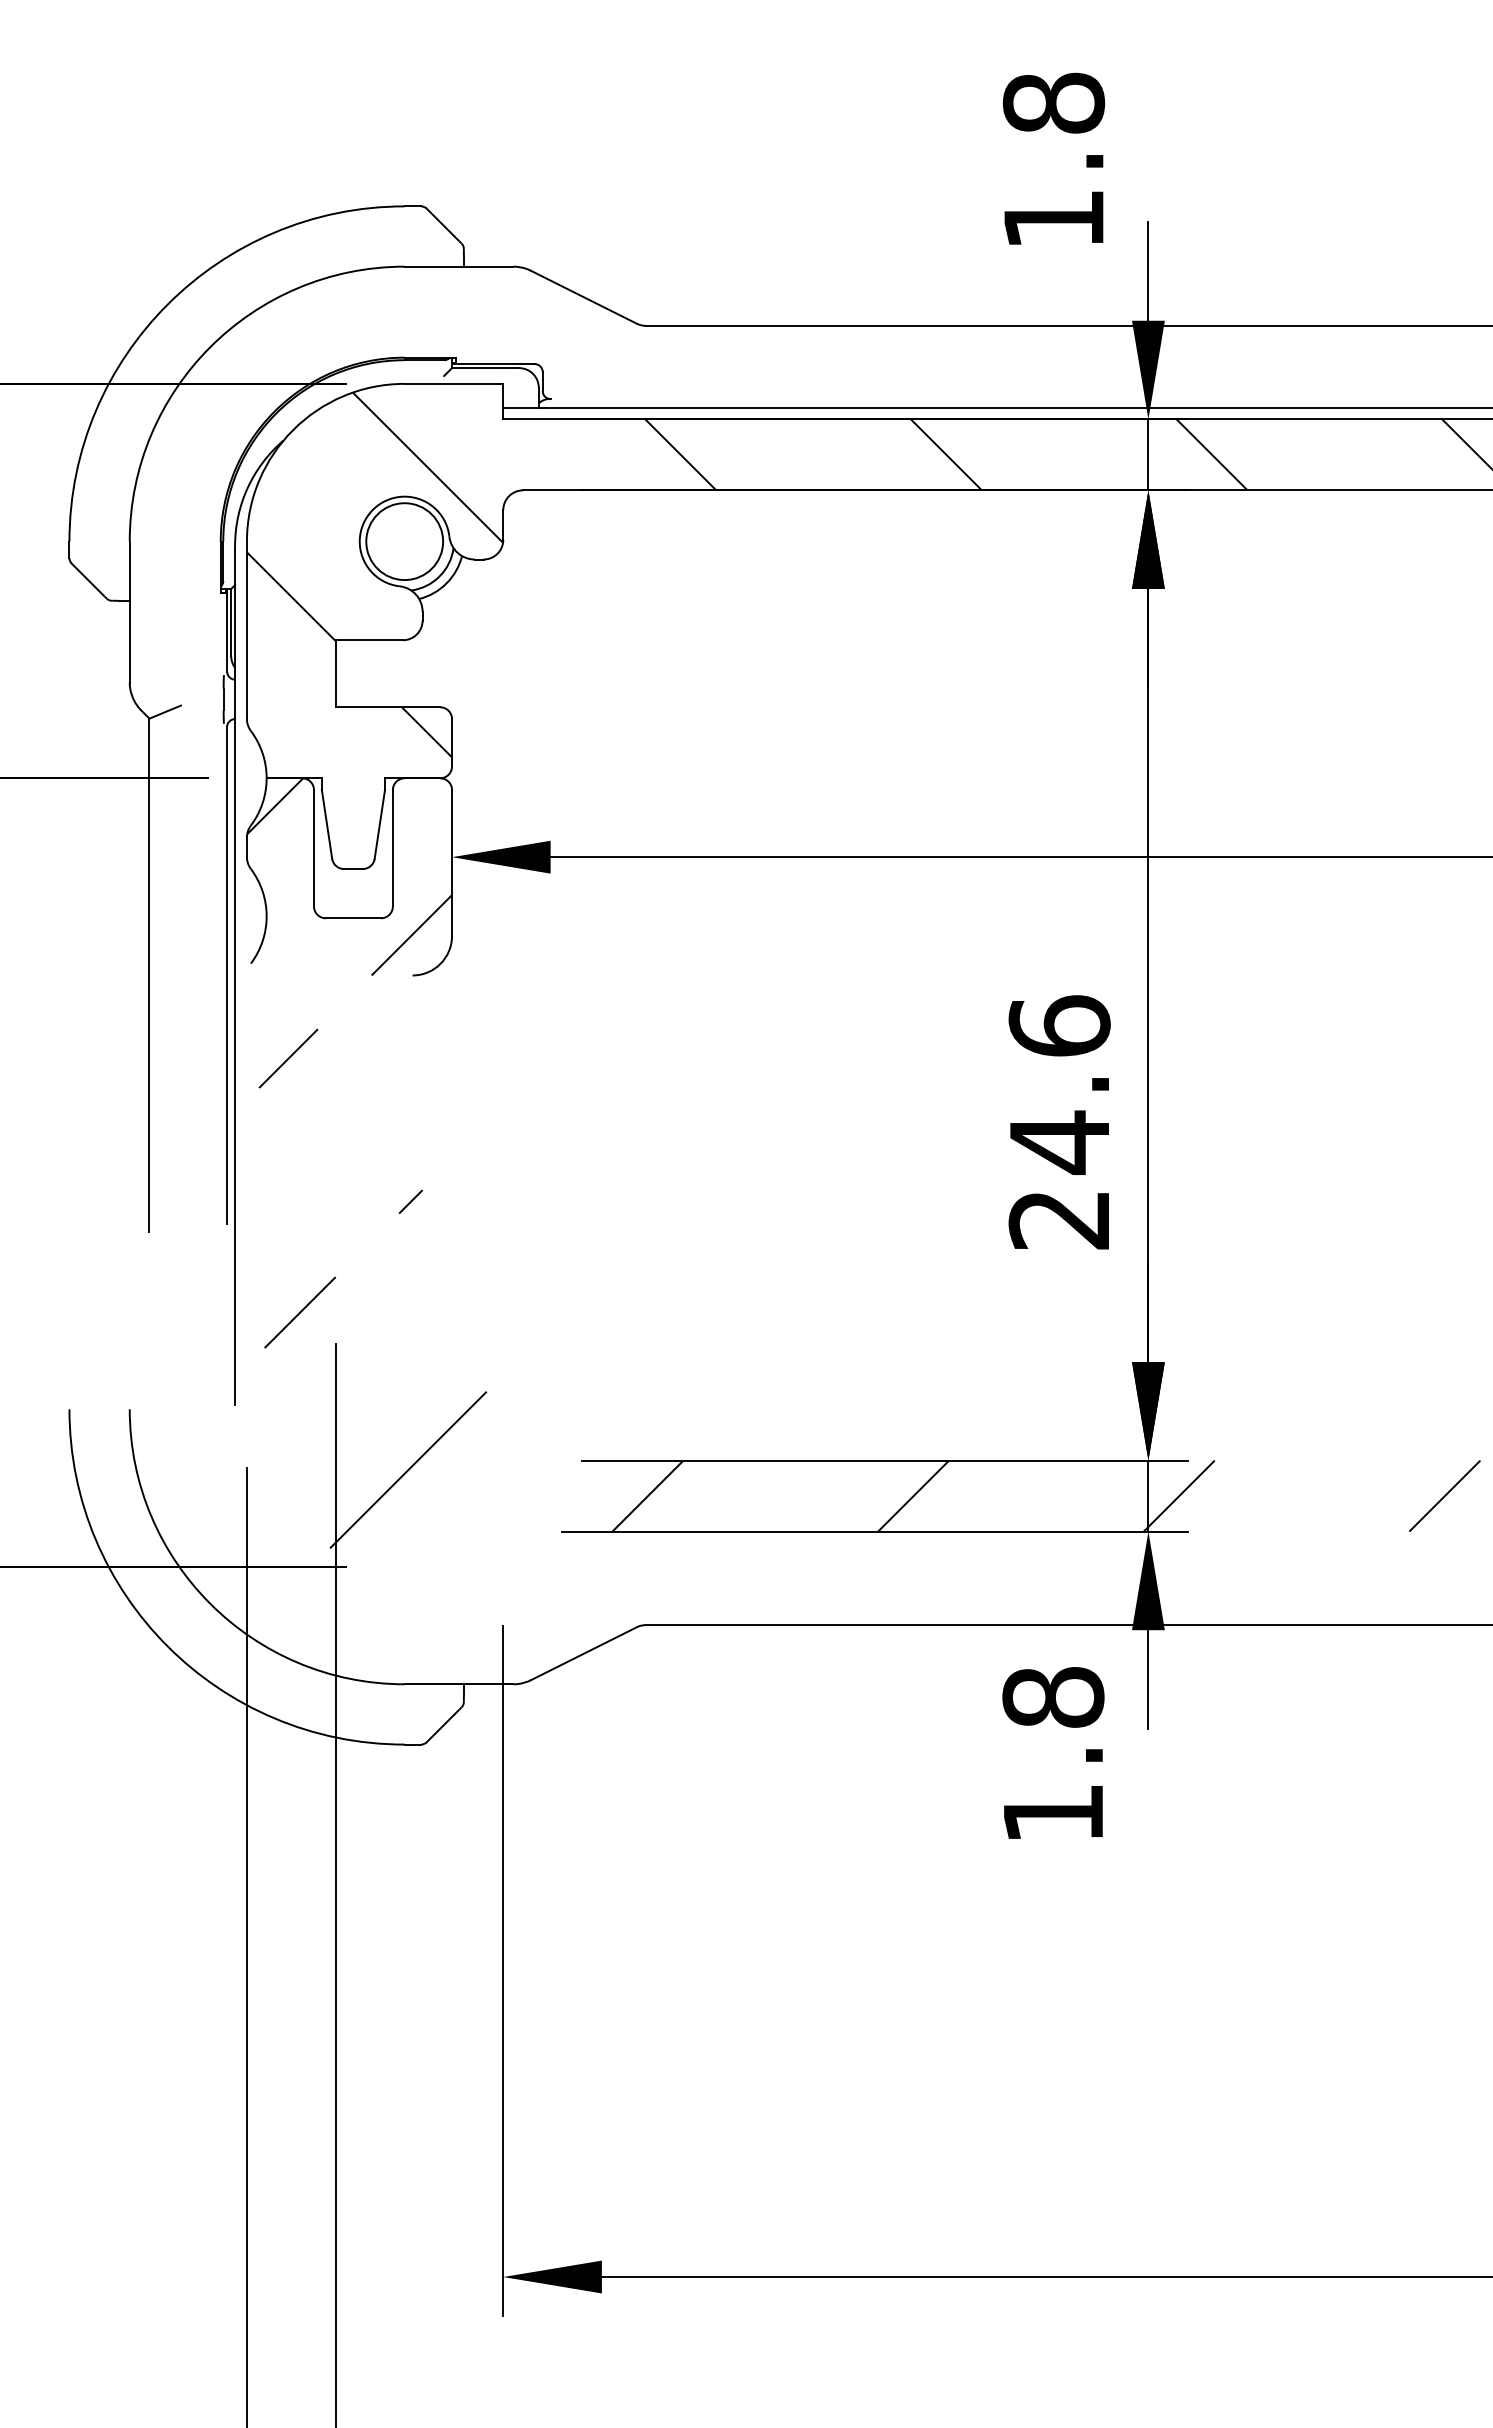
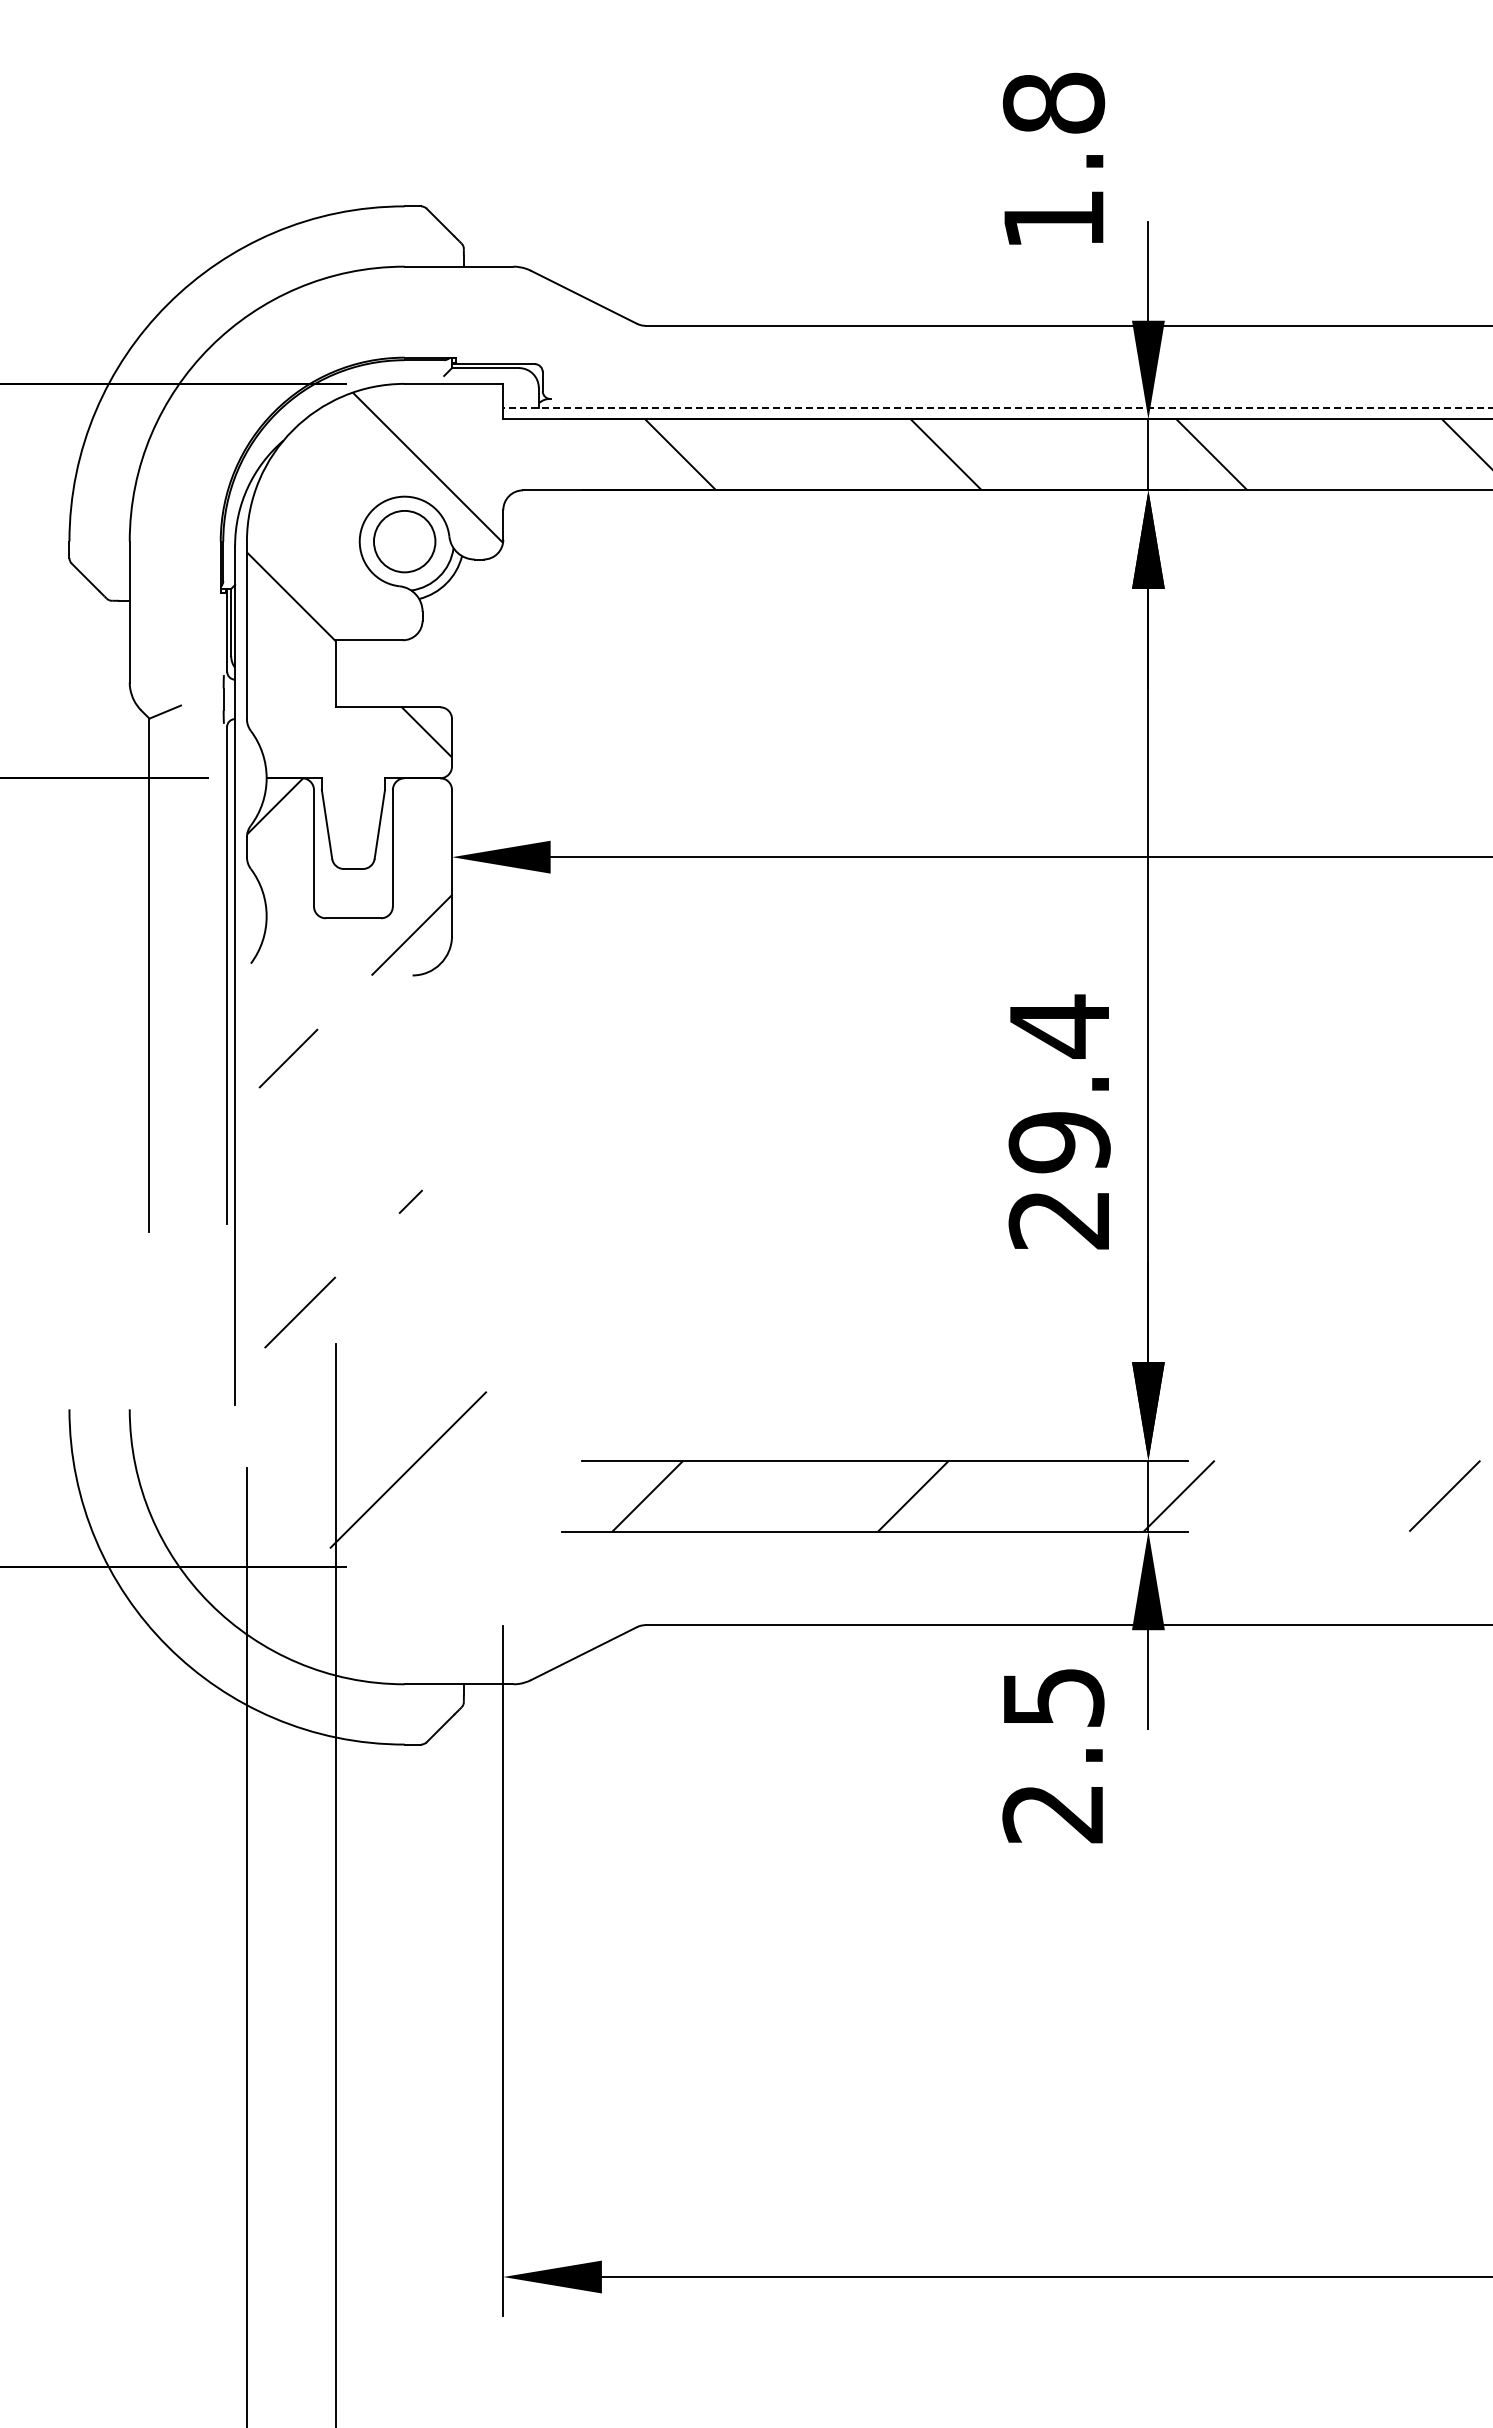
line at (998, 407): solid -> dashed
circle at (404, 541) diameter: 77 px -> 61 px
text at (1059, 1084): 24.6 -> 29.4
text at (1053, 1755): 1.8 -> 2.5
